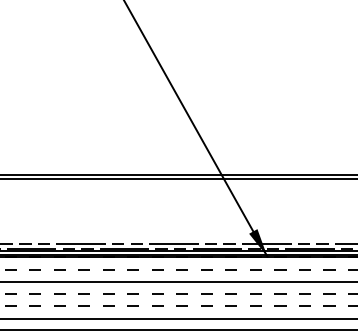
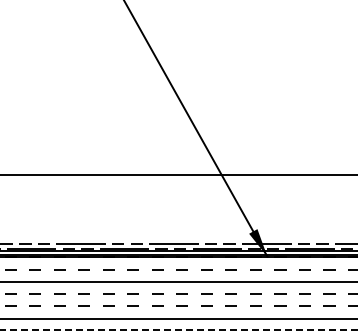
line at (178, 179): present -> none
line at (178, 330): solid -> dashed
